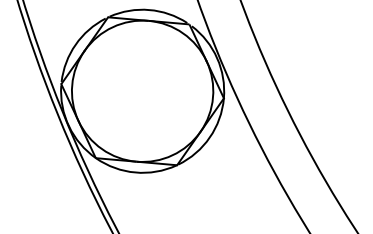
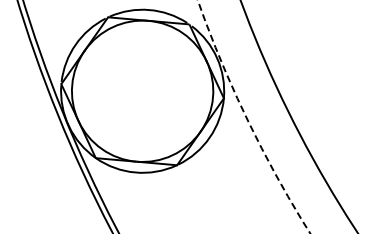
arc at (247, 120): solid -> dashed
